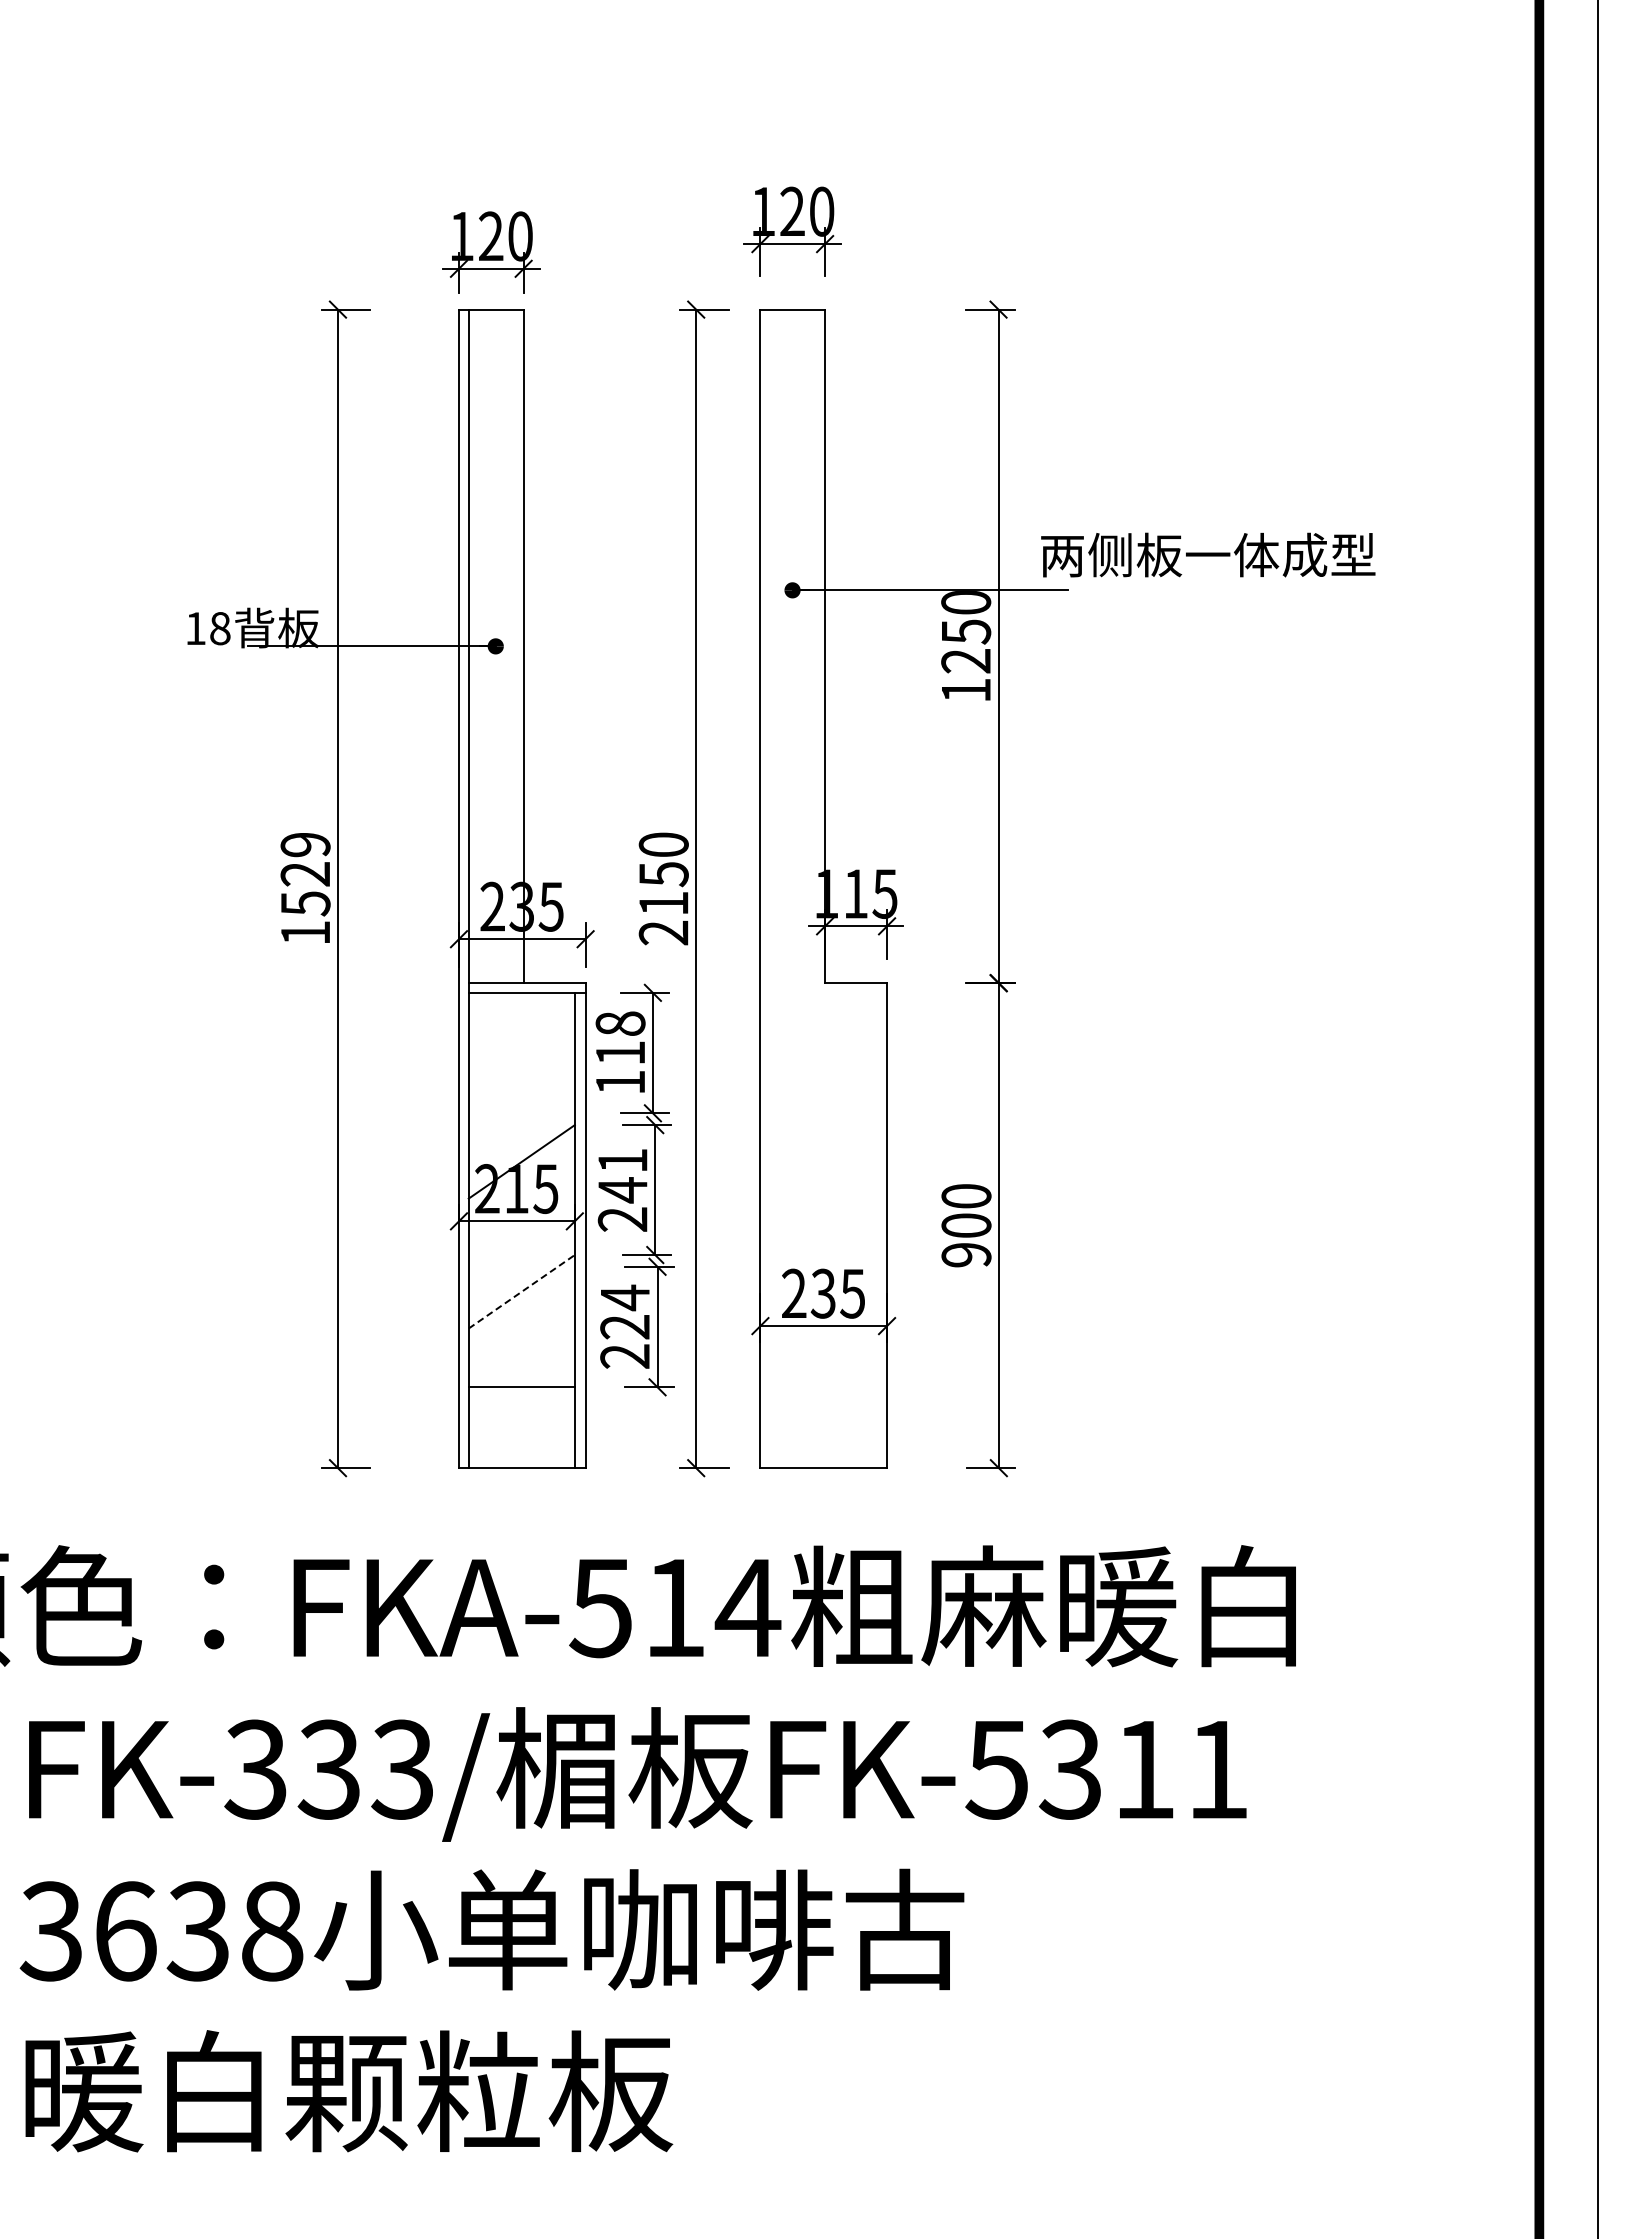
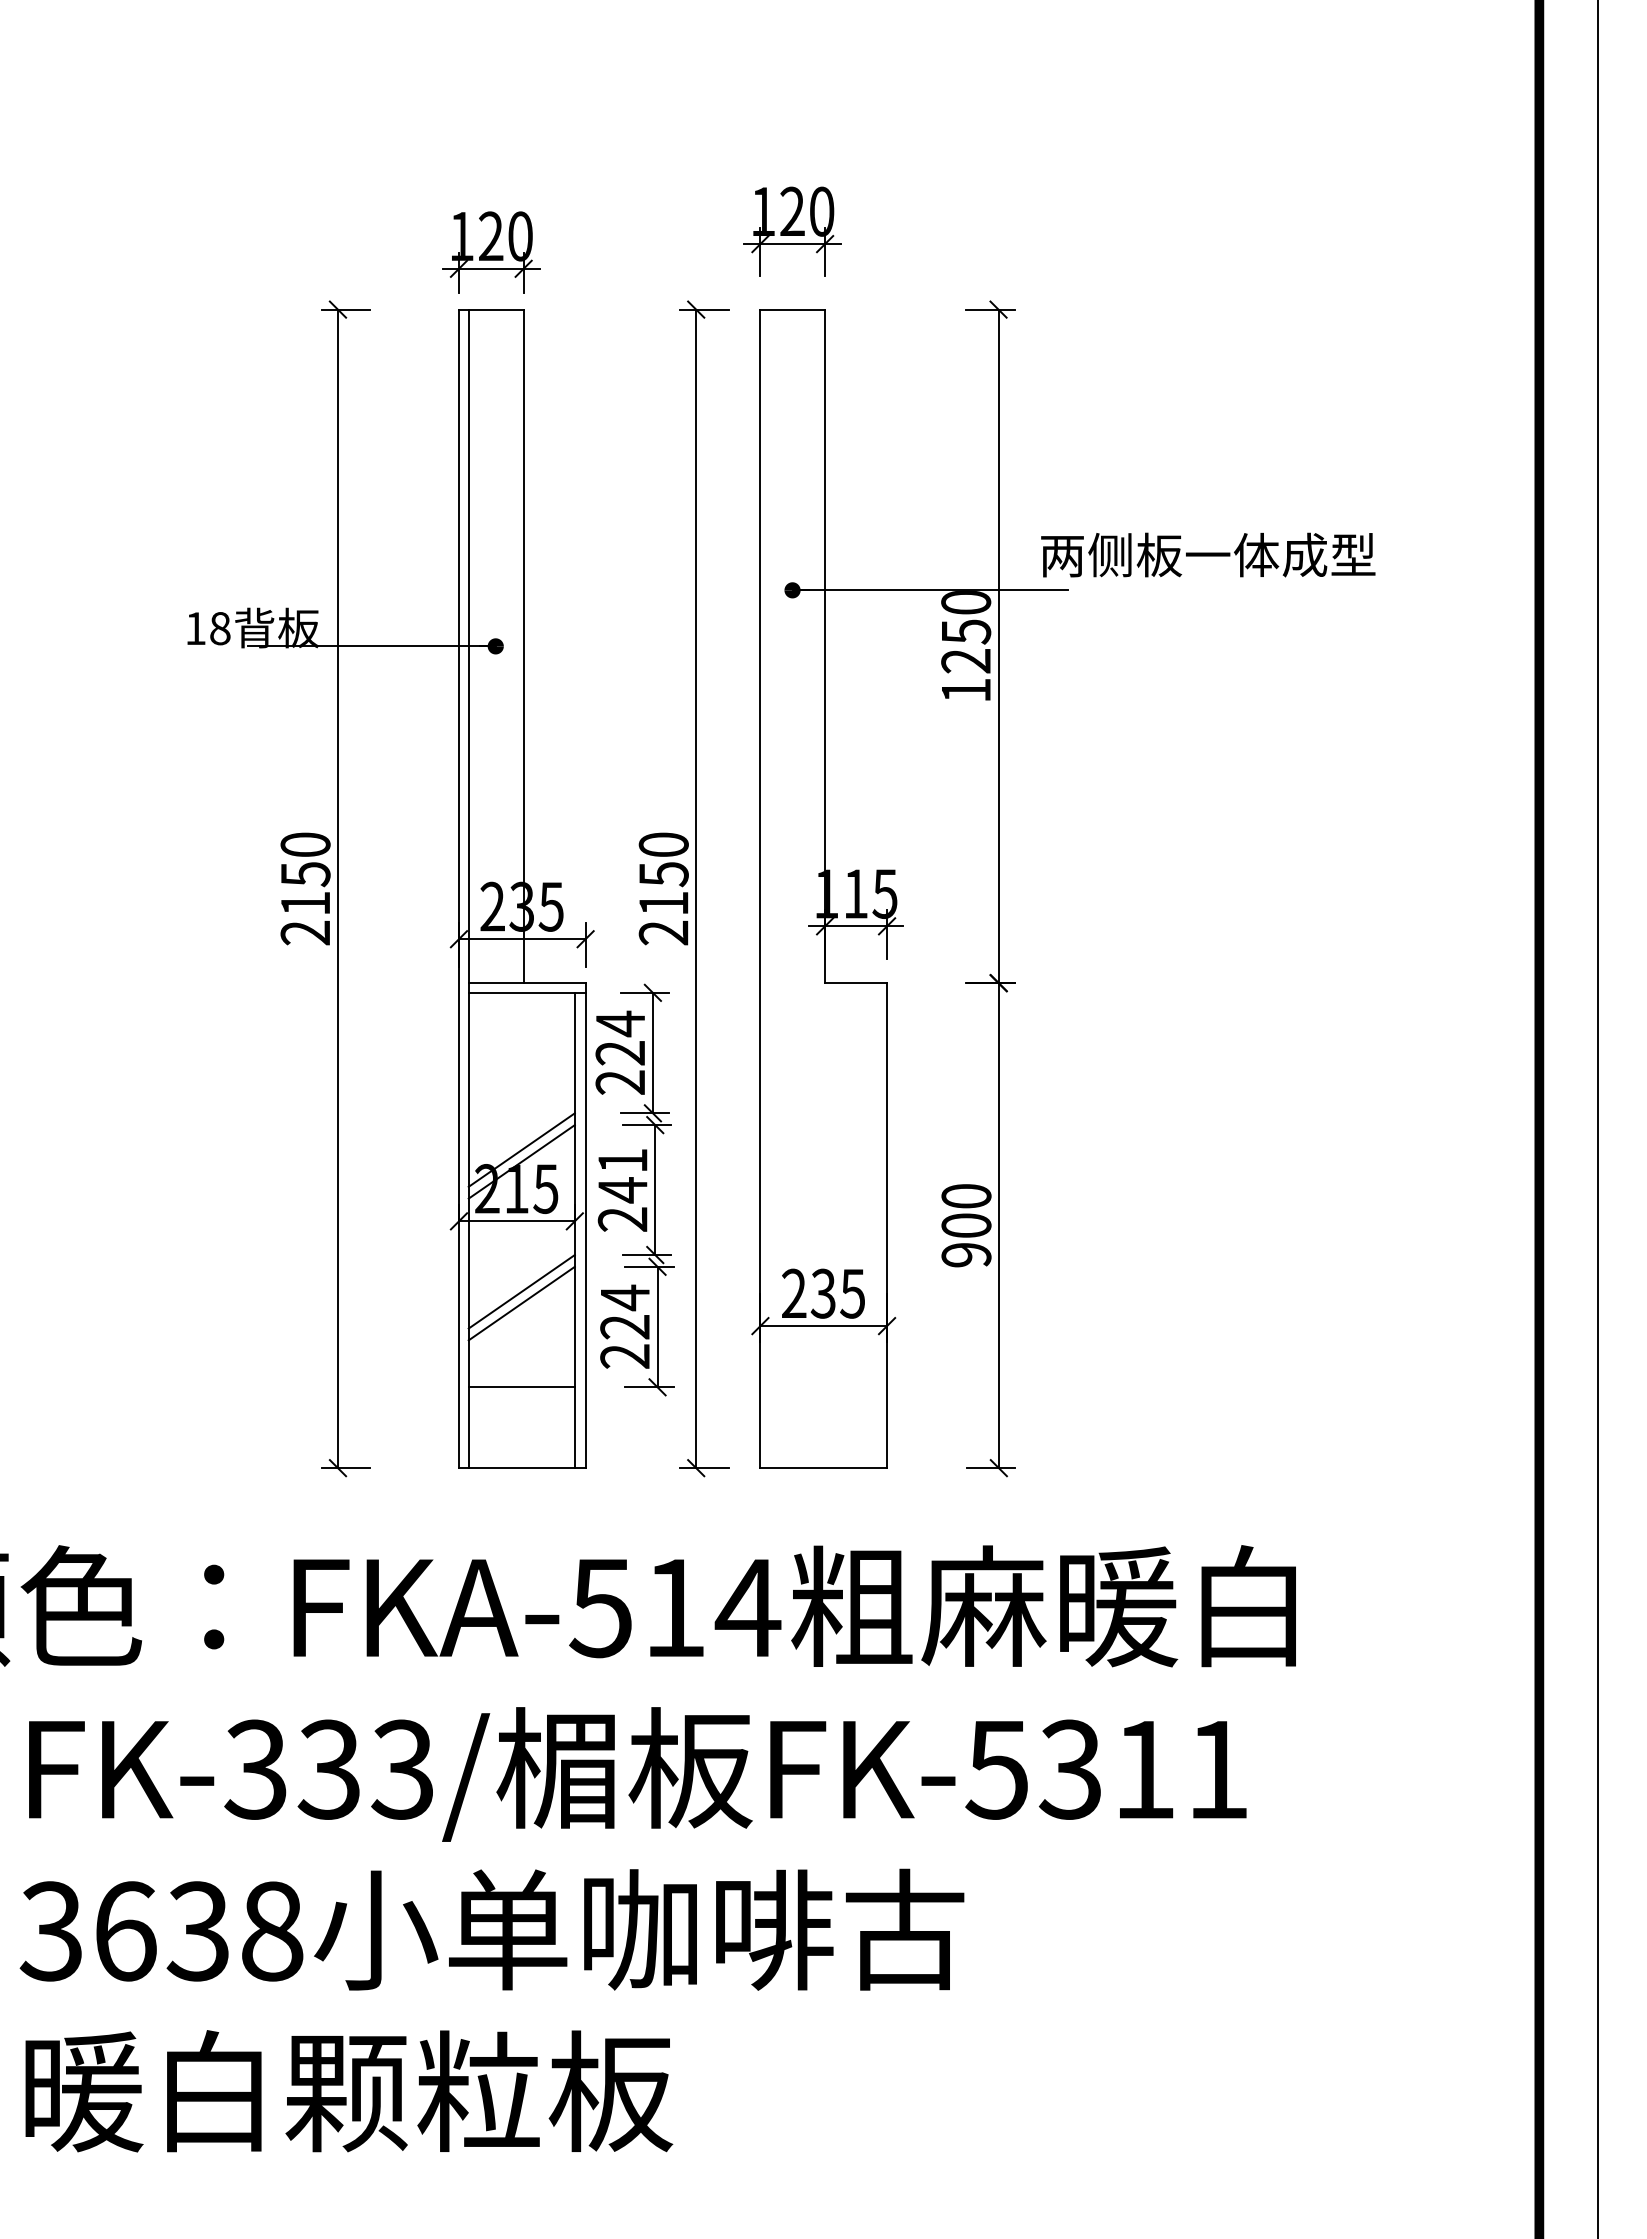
text at (305, 888): 1529 -> 2150
text at (620, 1052): 118 -> 224
line at (521, 1149): none -> present
line at (521, 1291): dashed -> solid
line at (521, 1303): none -> present
